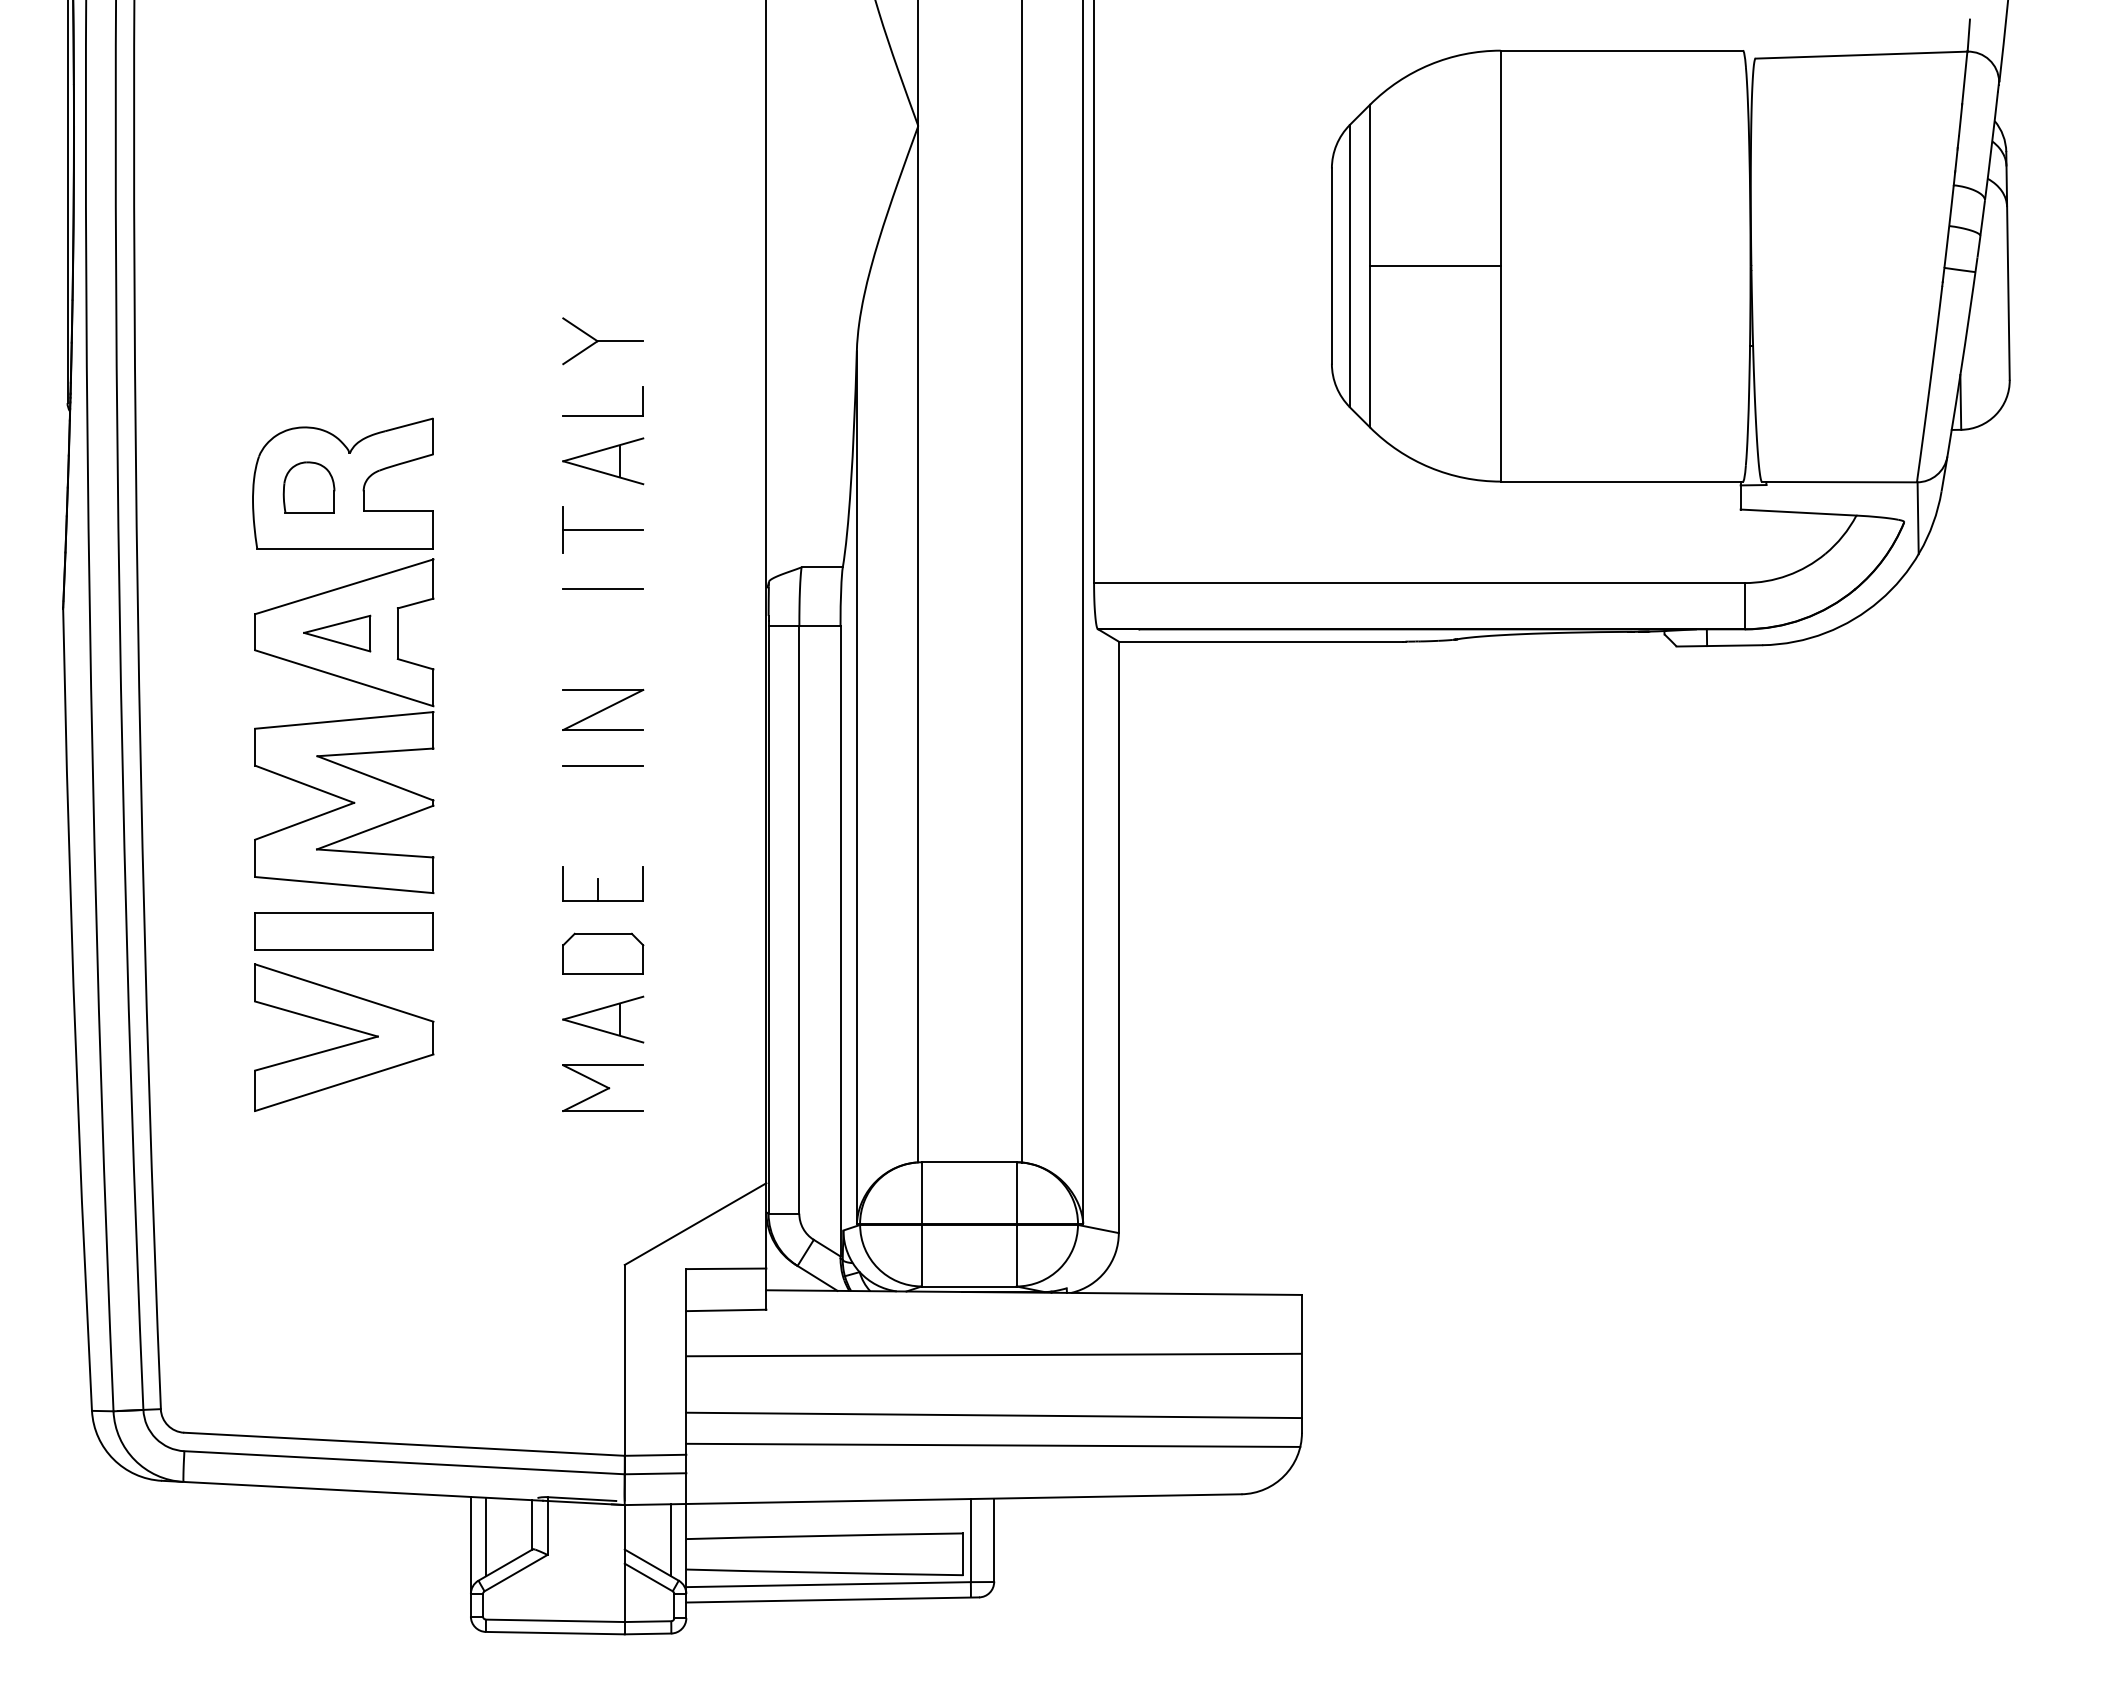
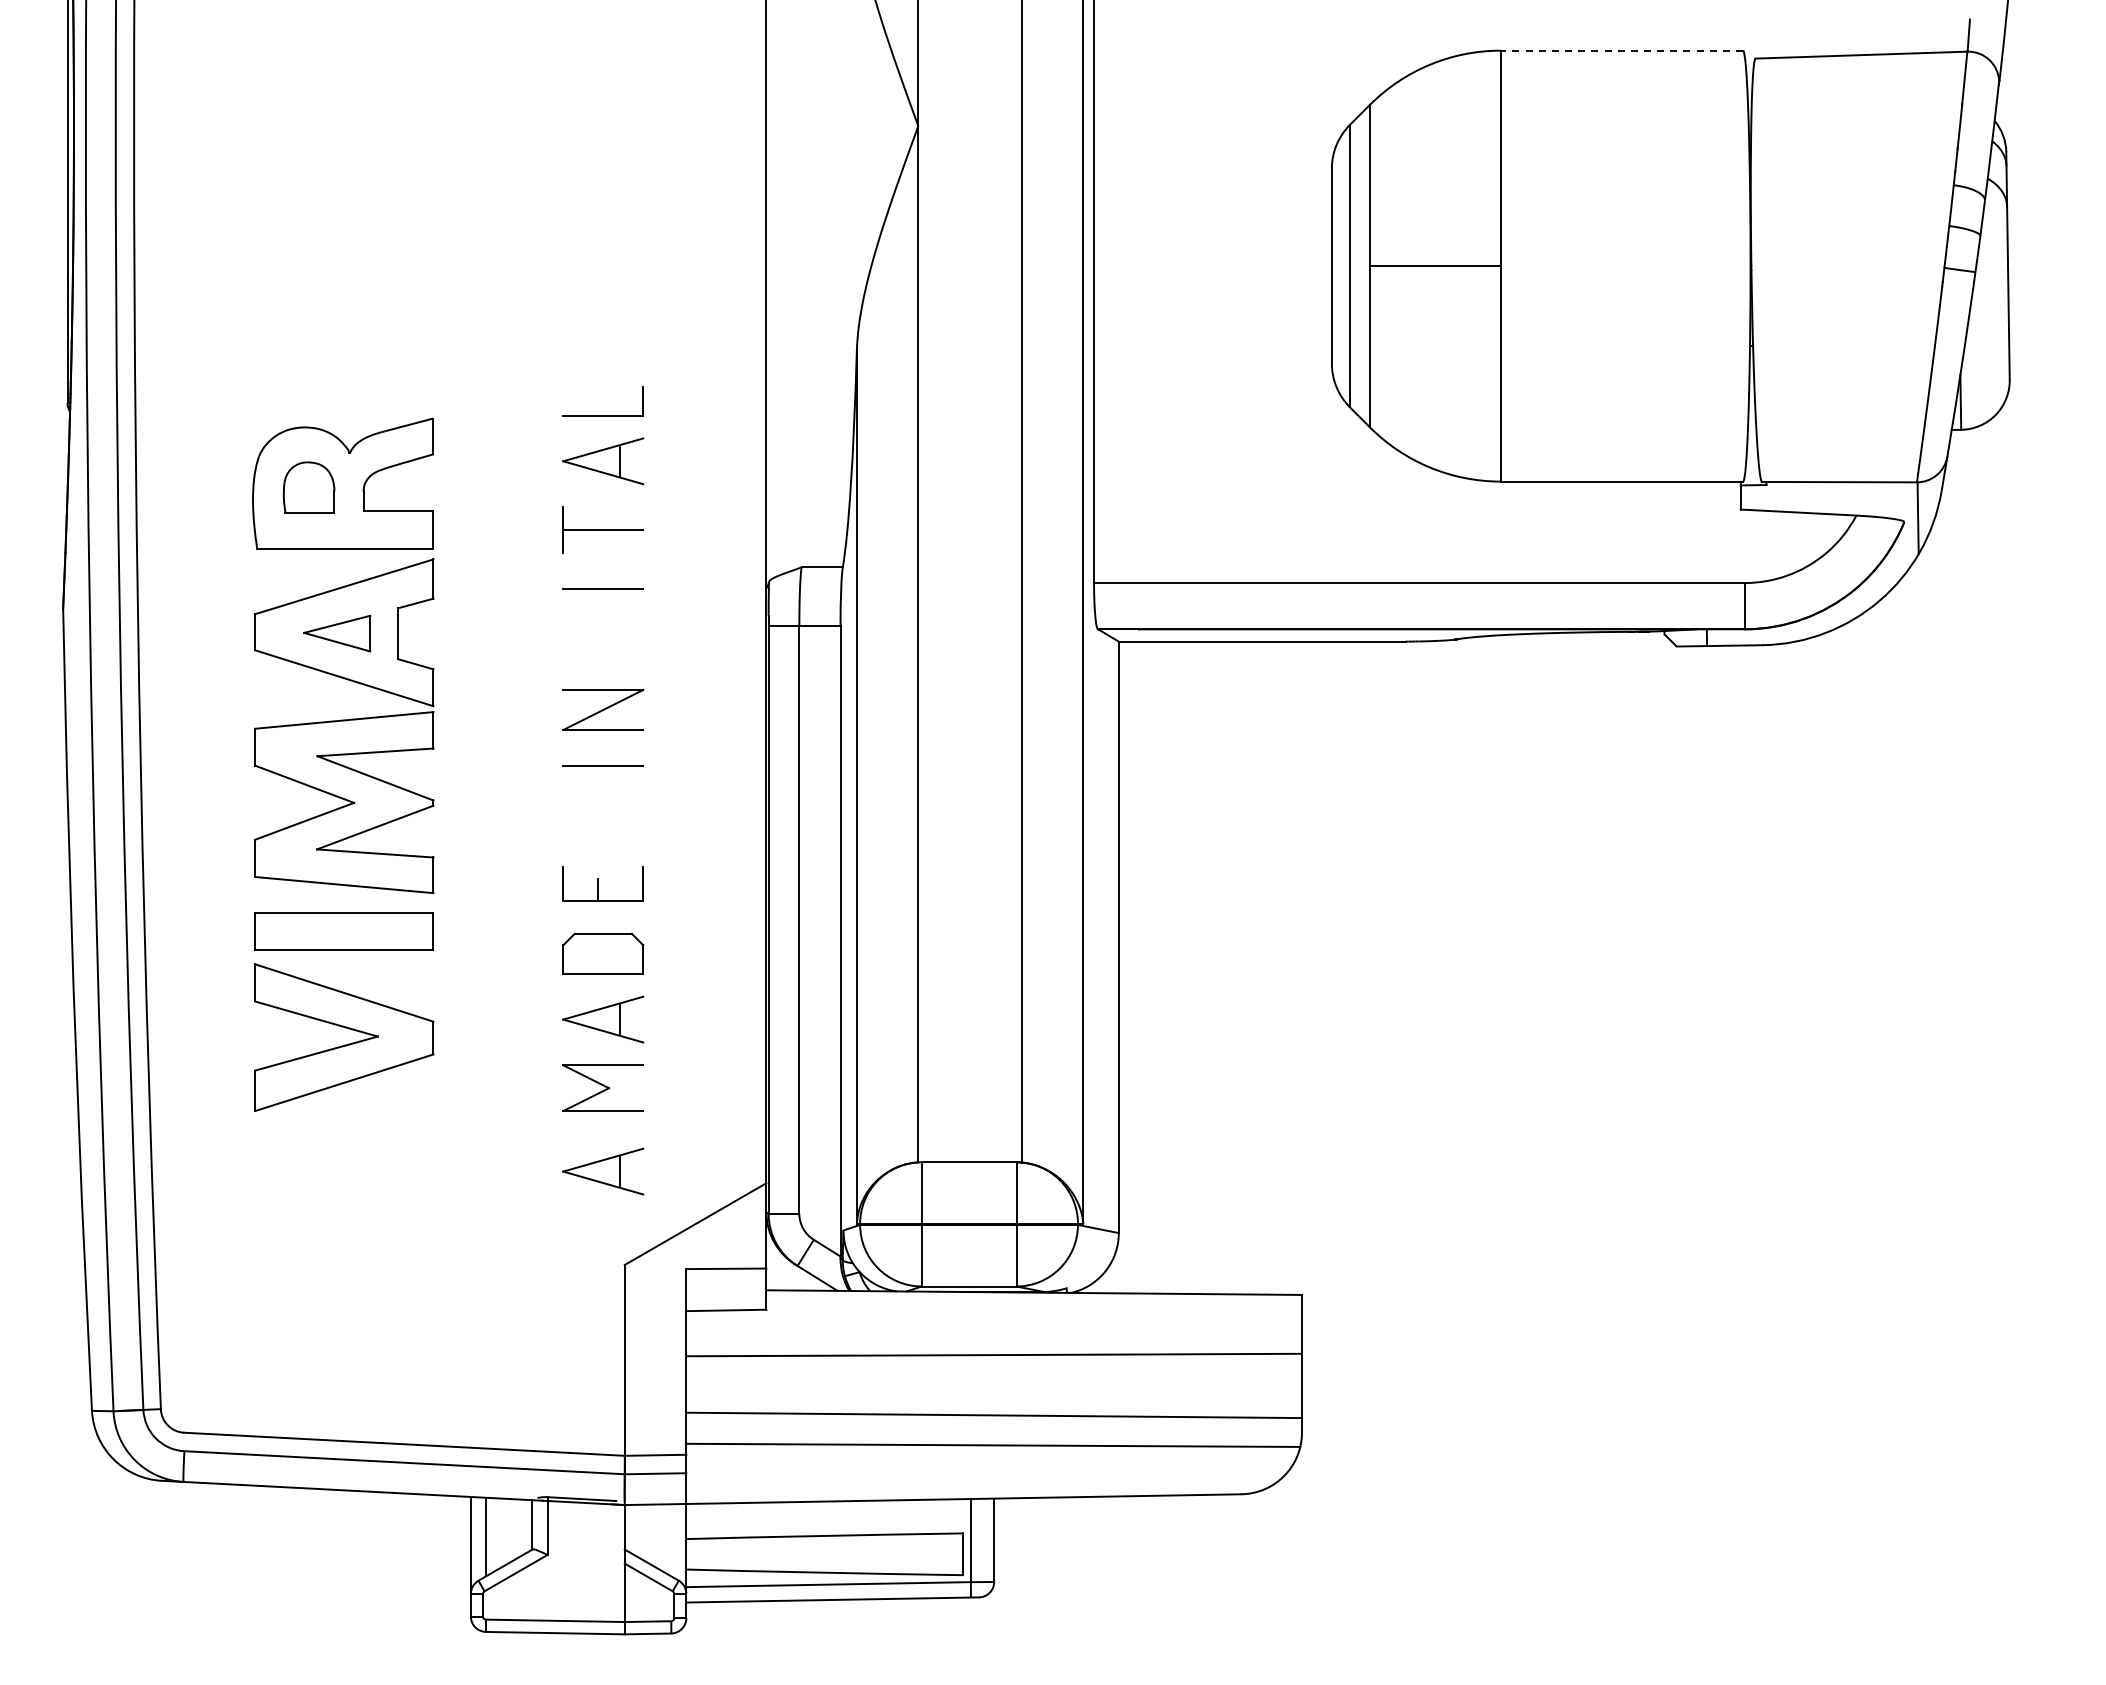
line at (1621, 50): solid -> dashed
part at (602, 341): present -> none
part at (603, 1171): none -> present
line at (671, 1540): present -> none
